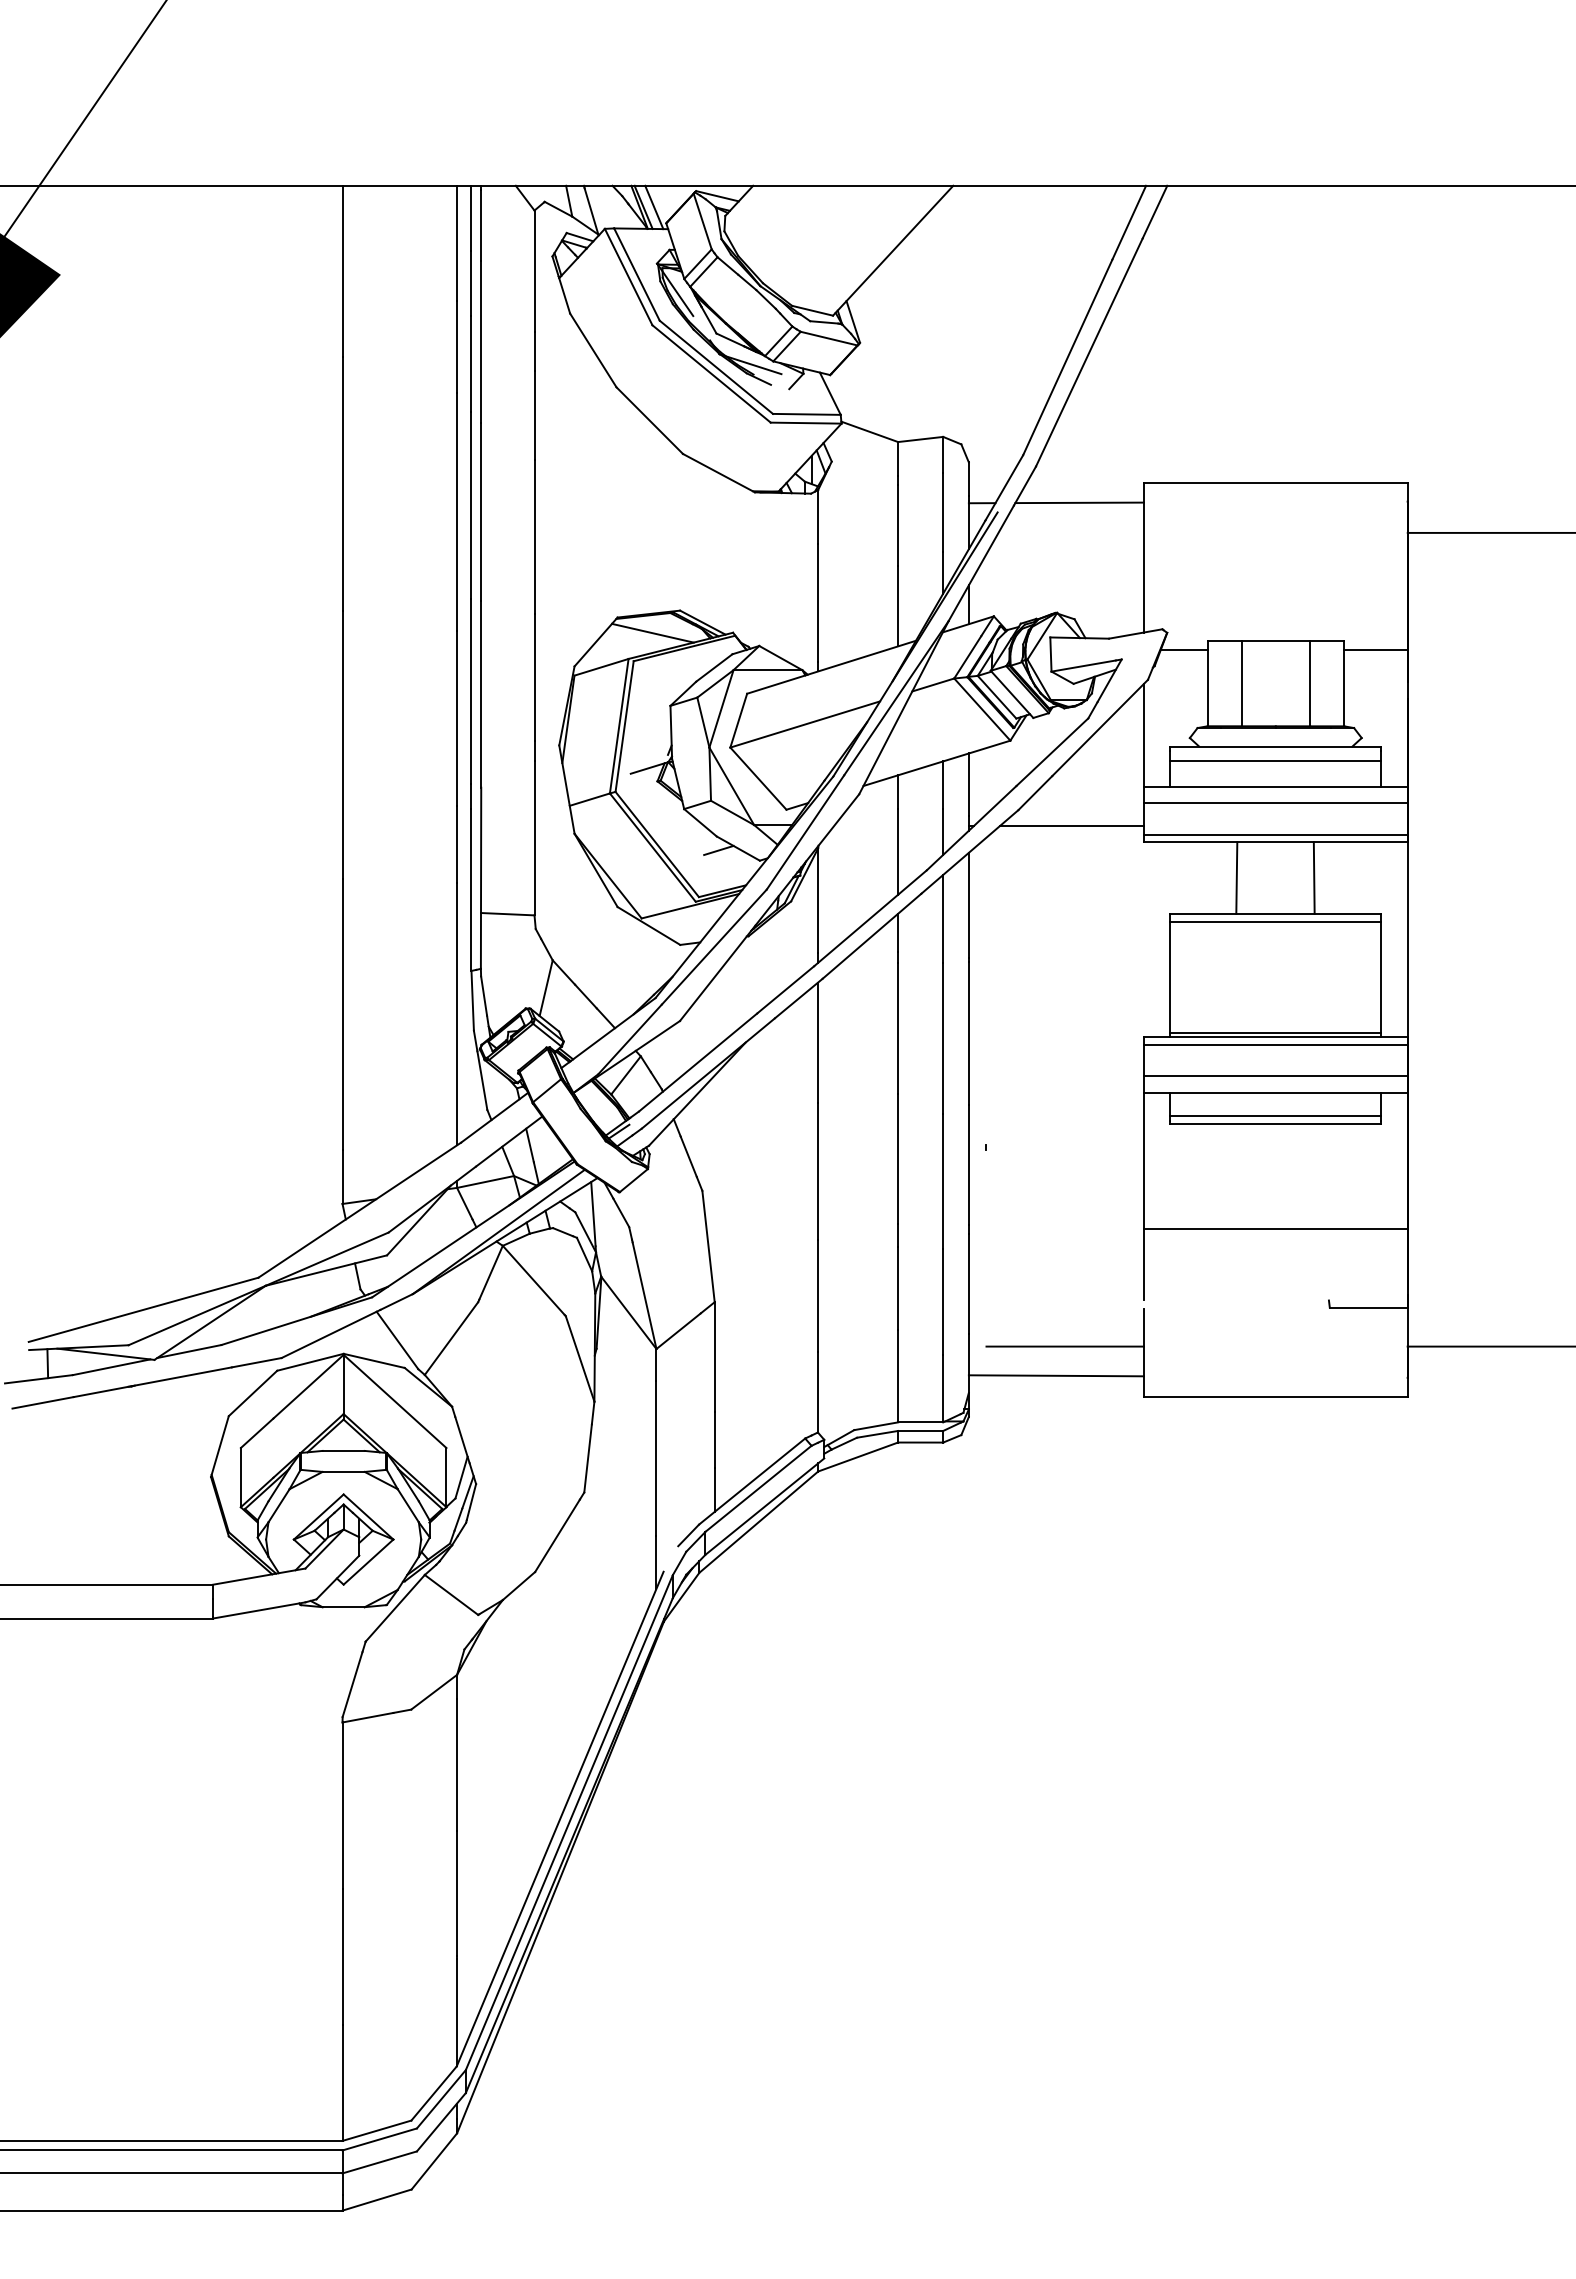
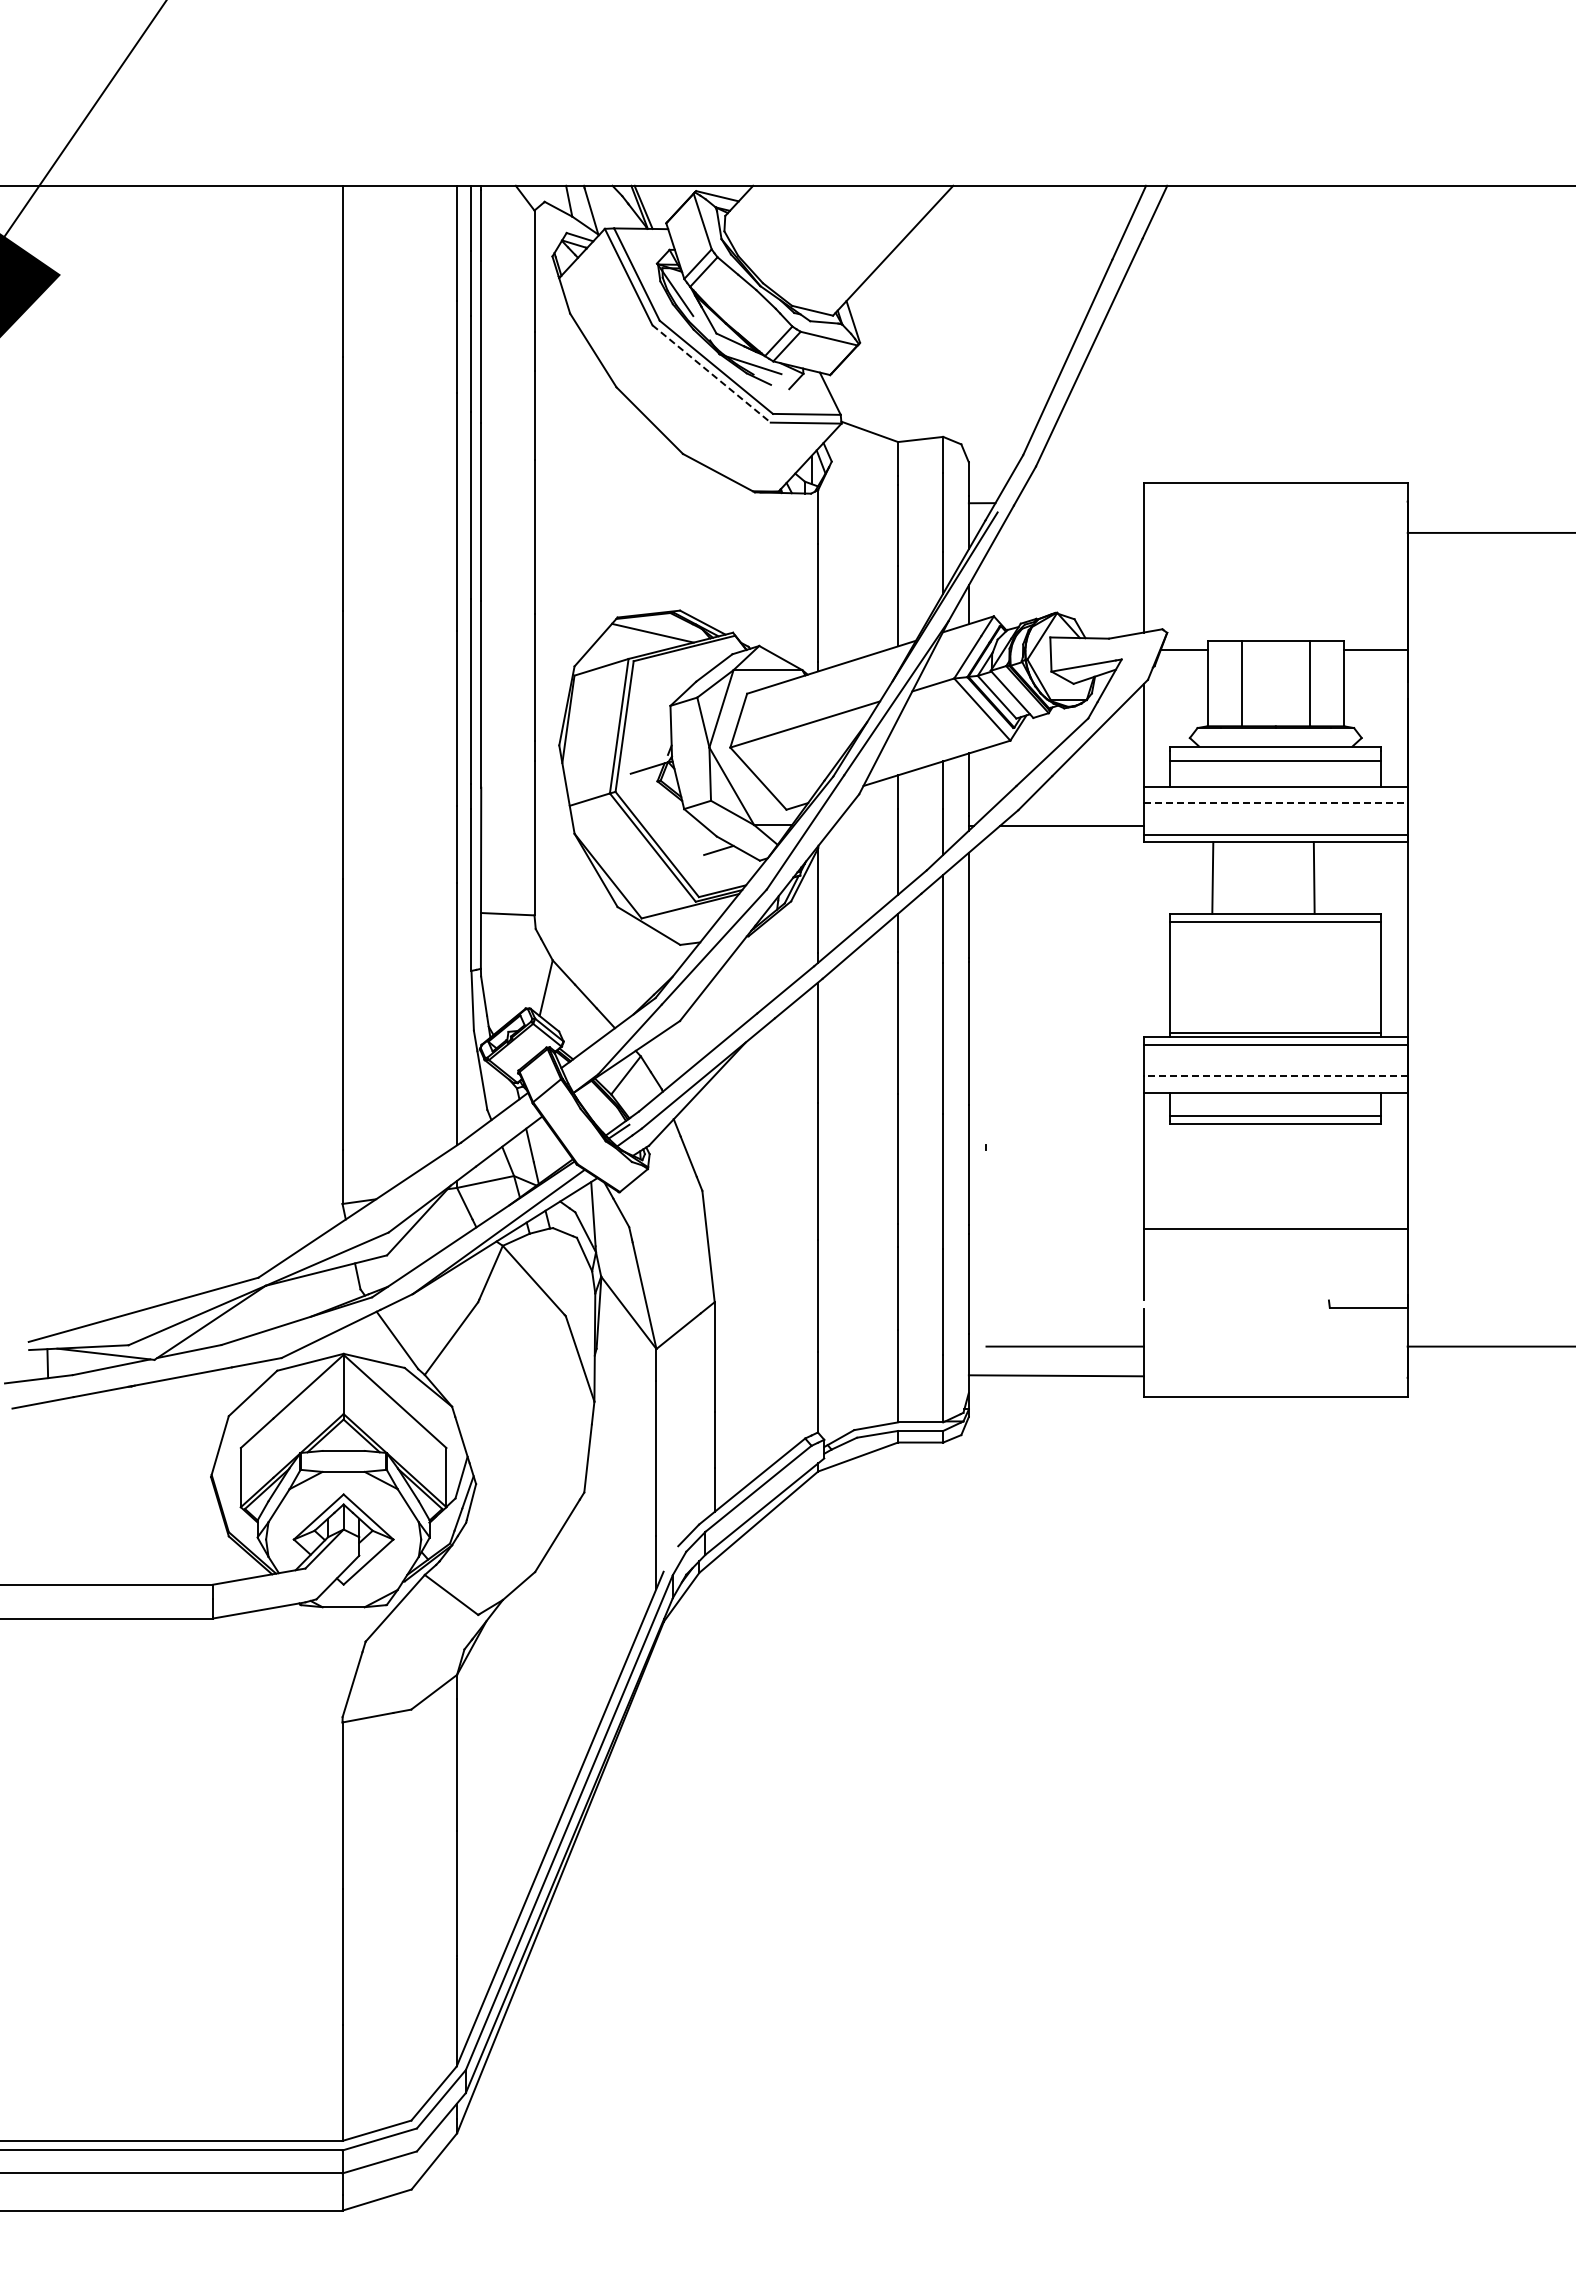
line at (654, 207): present -> none
line at (711, 373): solid -> dashed
line at (1079, 502): present -> none
line at (1275, 803): solid -> dashed
line at (1236, 878) position: (1236, 878) -> (1212, 878)
line at (1275, 1076): solid -> dashed
